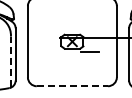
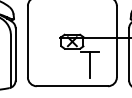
line at (10, 61): dashed -> solid
line at (90, 64): none -> present
line at (72, 86): dashed -> solid
